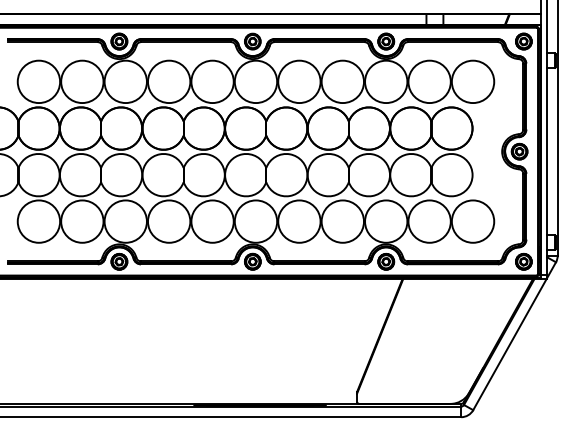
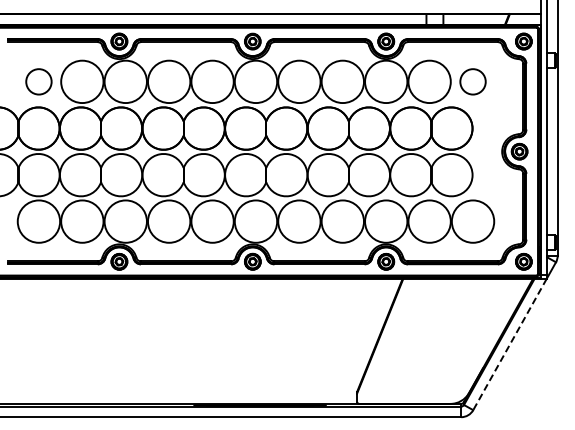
circle at (38, 81) diameter: 42 px -> 25 px
circle at (472, 81) diameter: 42 px -> 25 px
line at (509, 344): solid -> dashed
